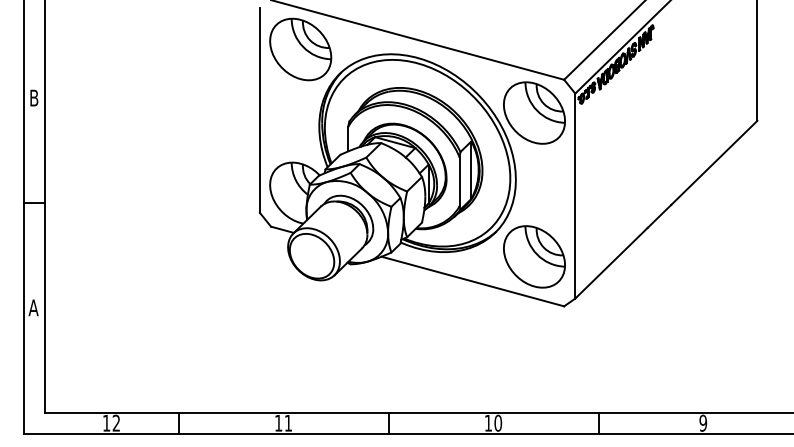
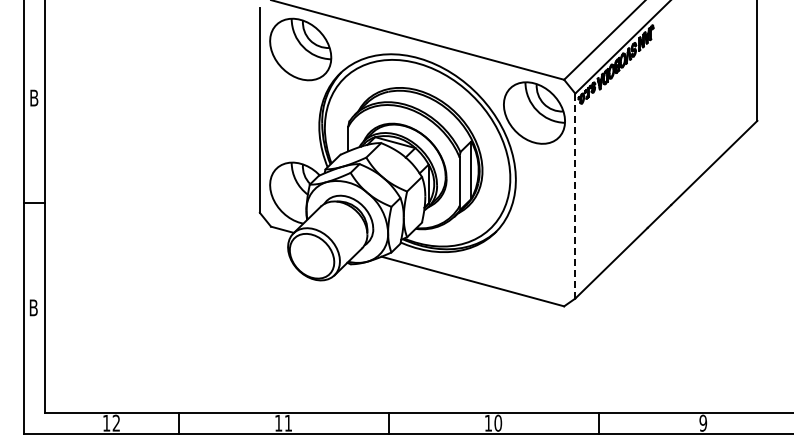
line at (575, 195): solid -> dashed
part at (534, 256): present -> none
text at (33, 307): A -> B
